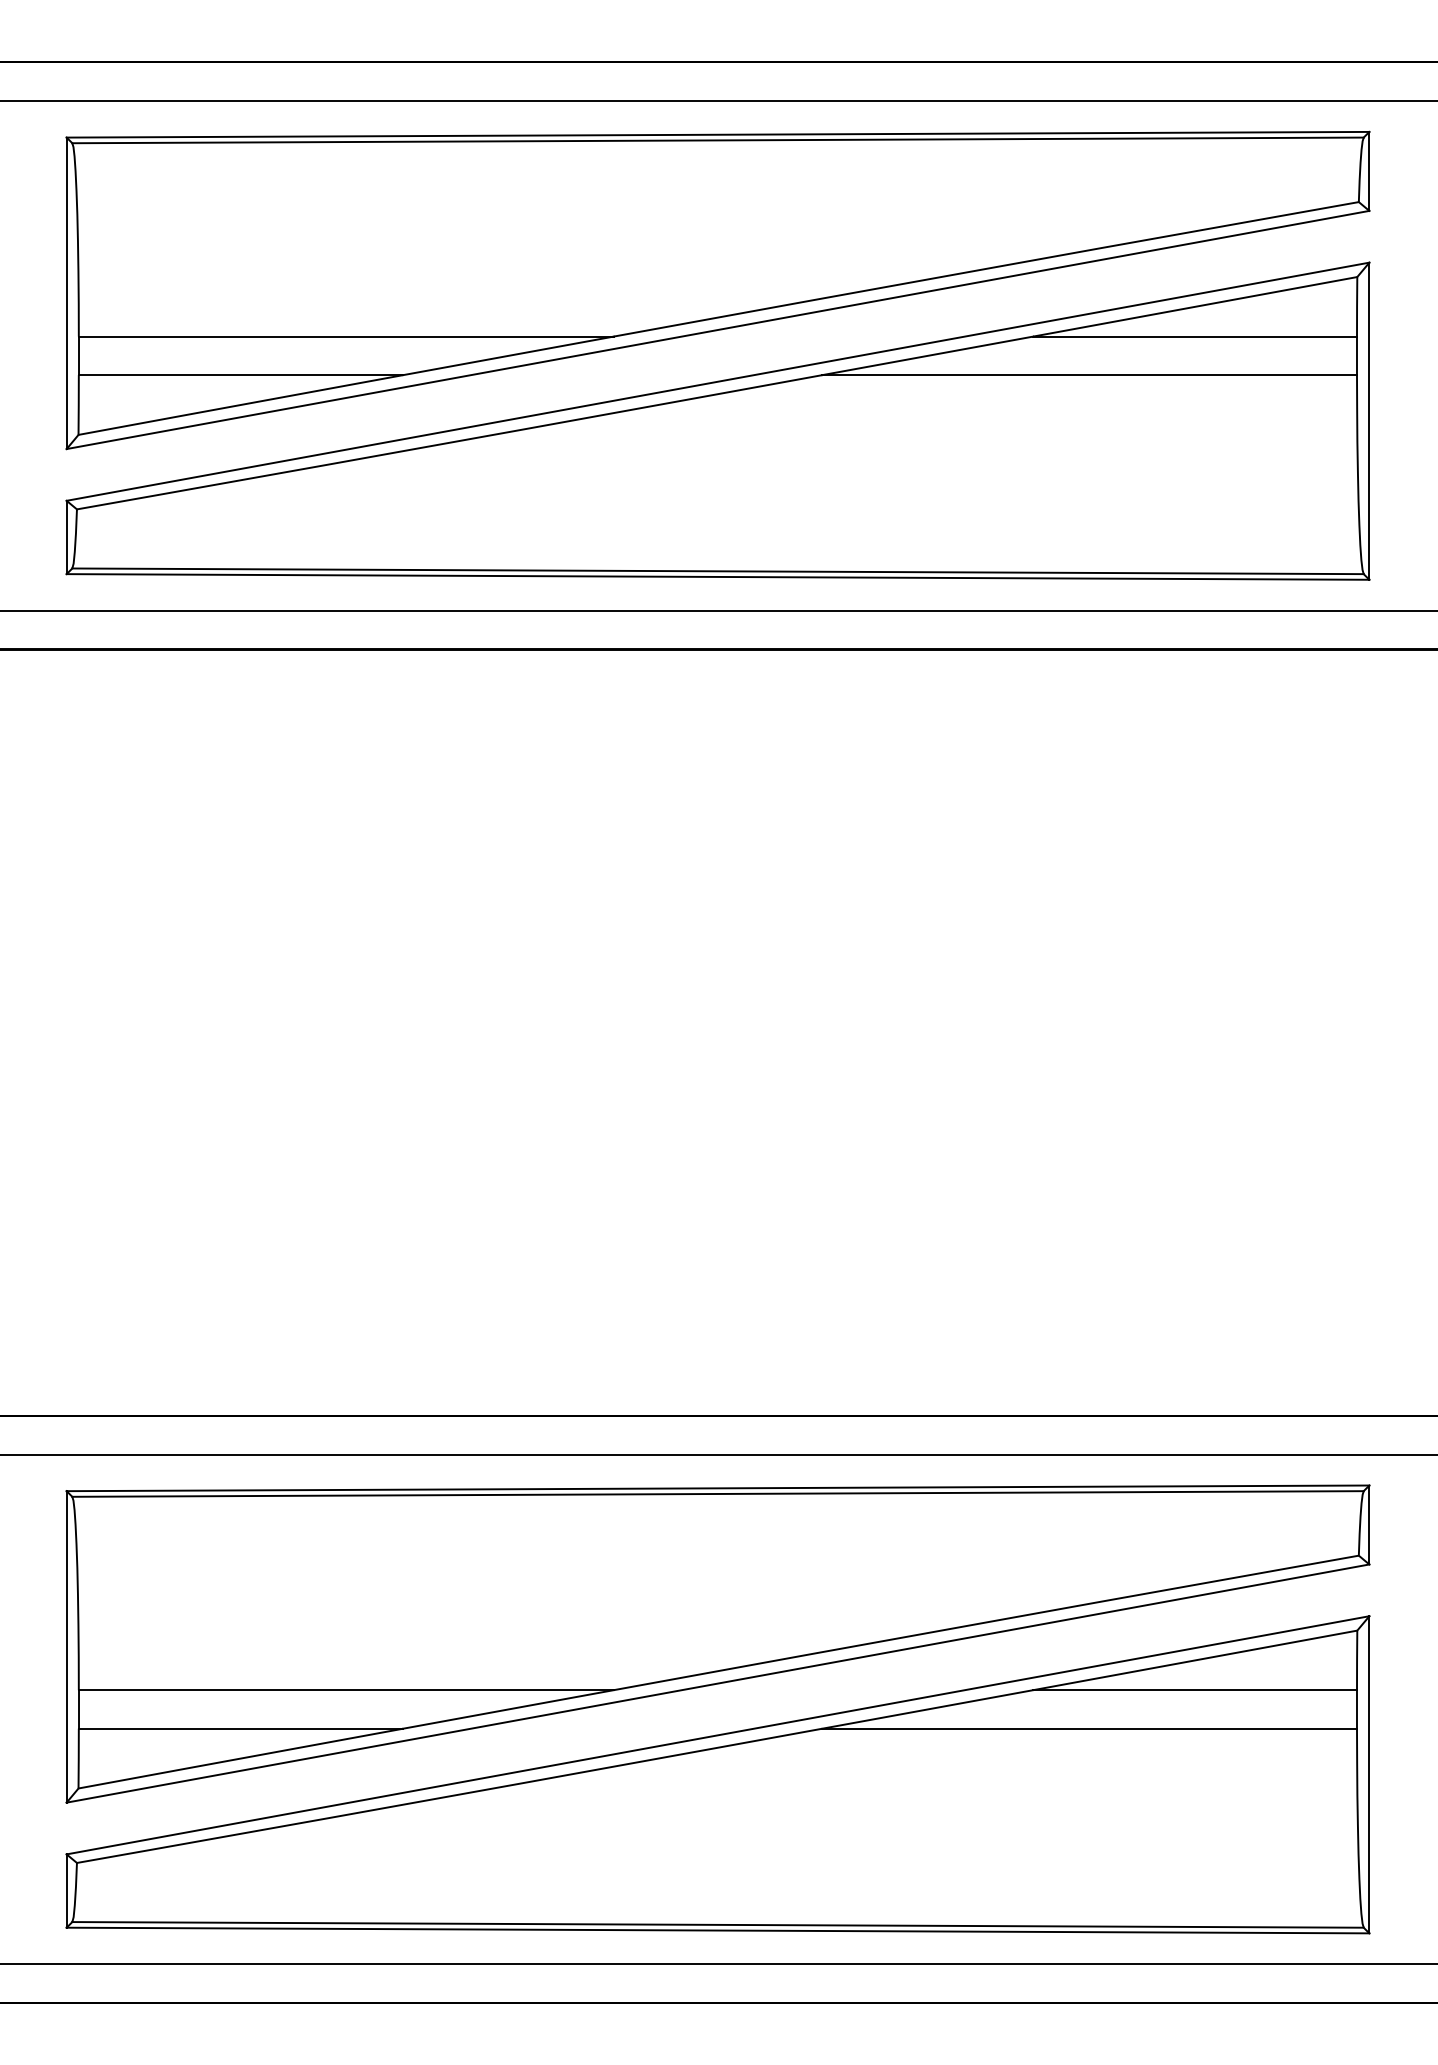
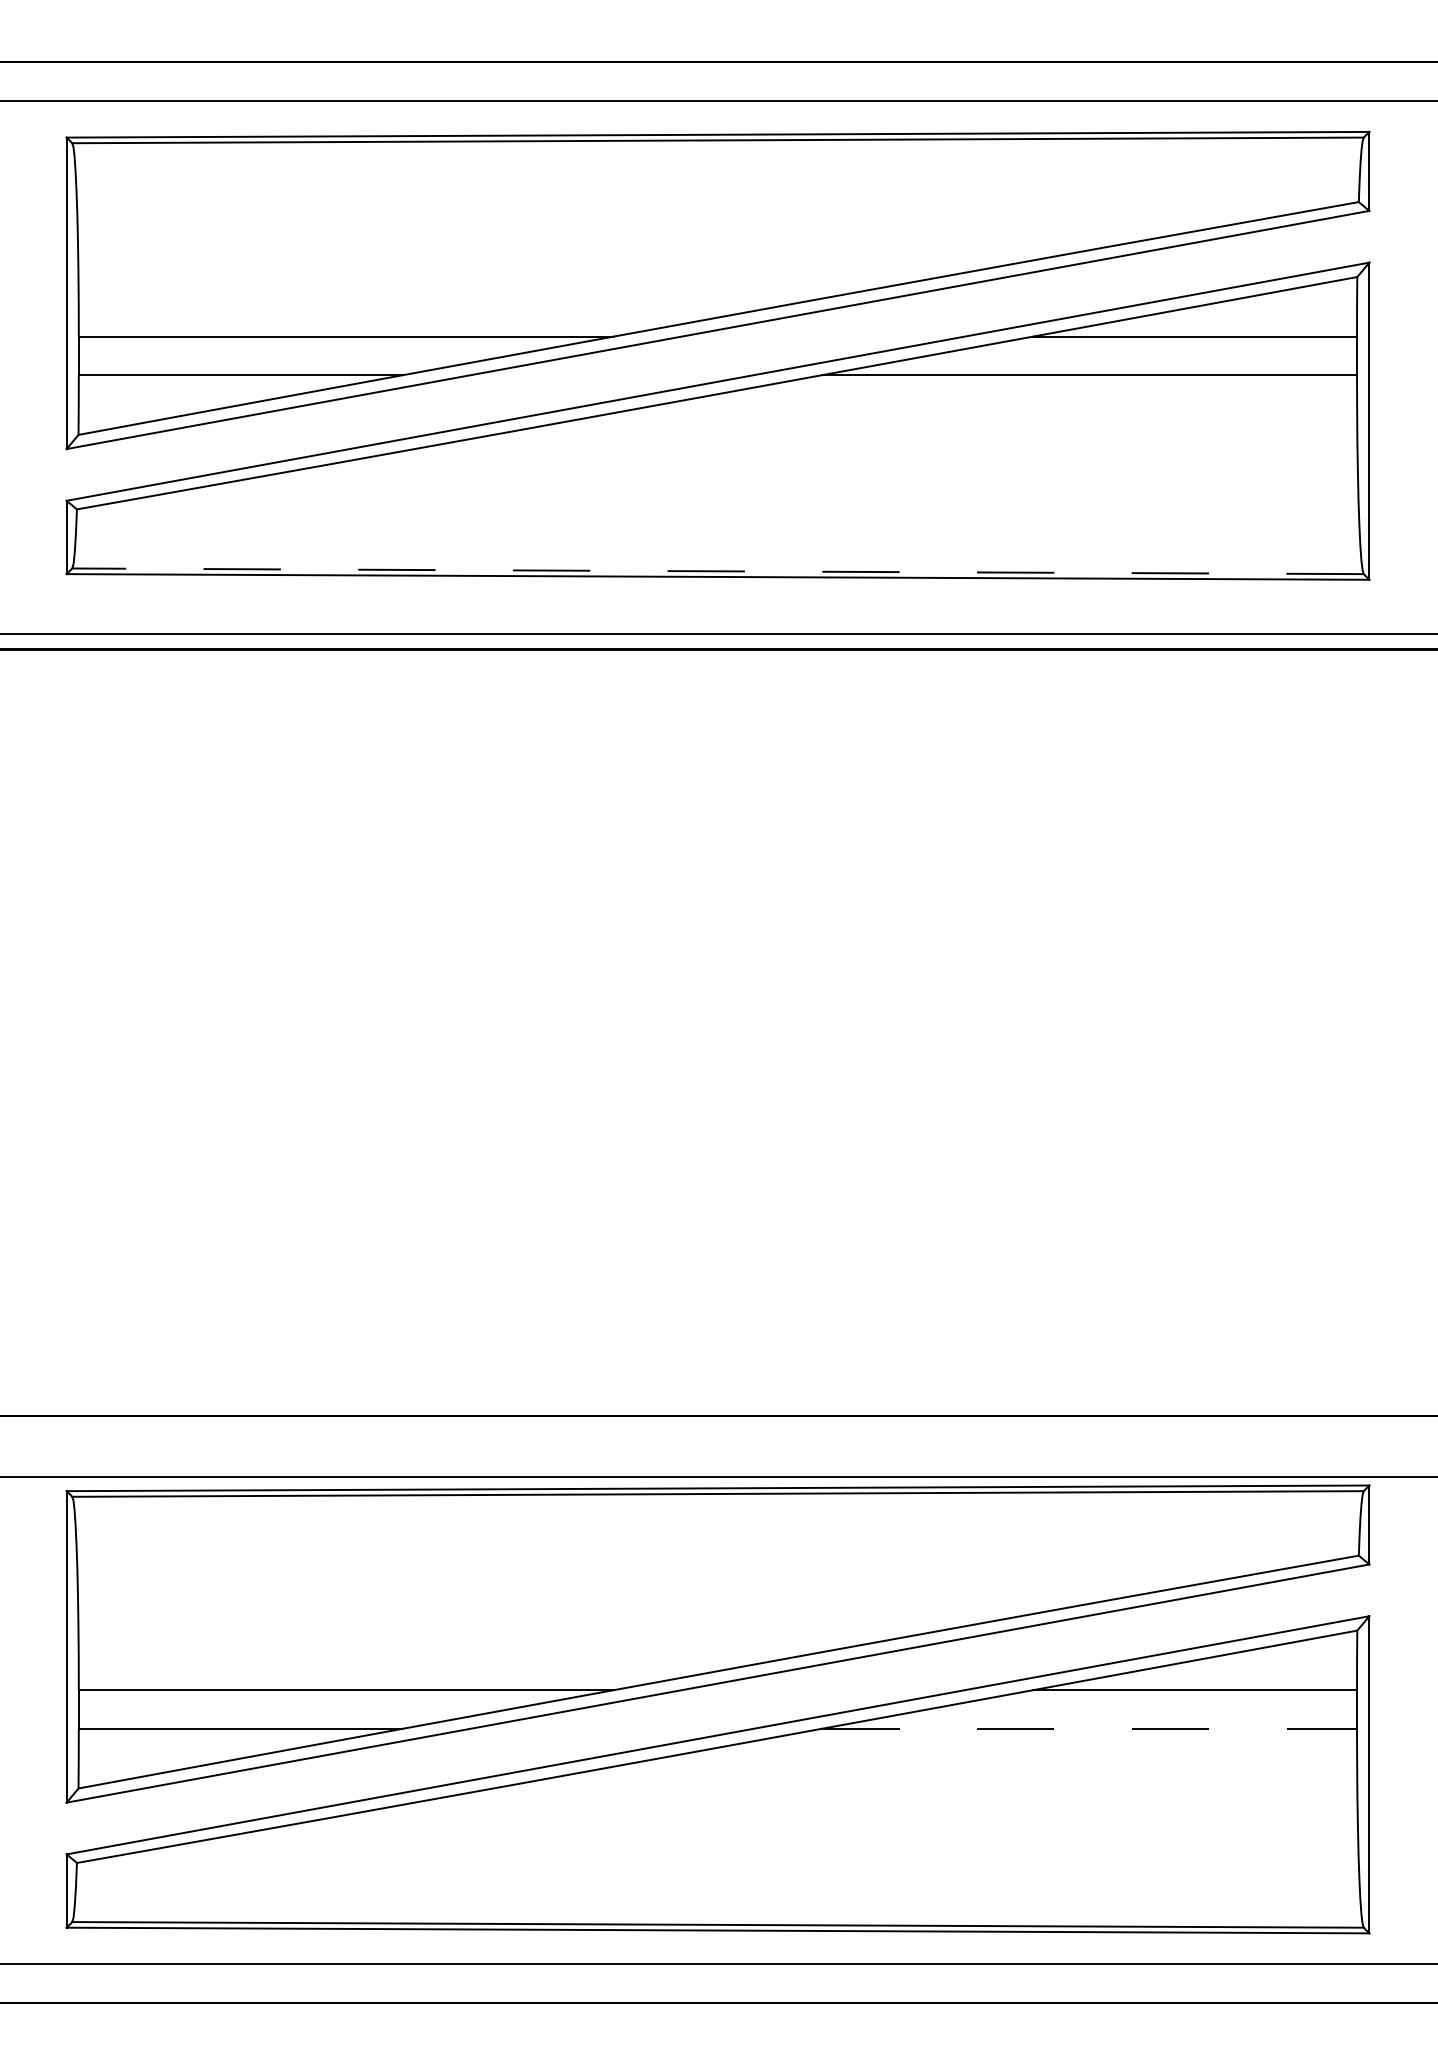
line at (718, 571): solid -> dashed
line at (718, 610) position: (718, 610) -> (718, 633)
line at (718, 1454) position: (718, 1454) -> (718, 1476)
line at (1090, 1728): solid -> dashed
